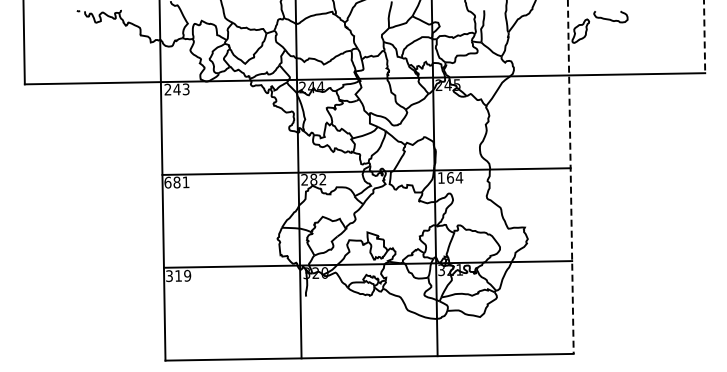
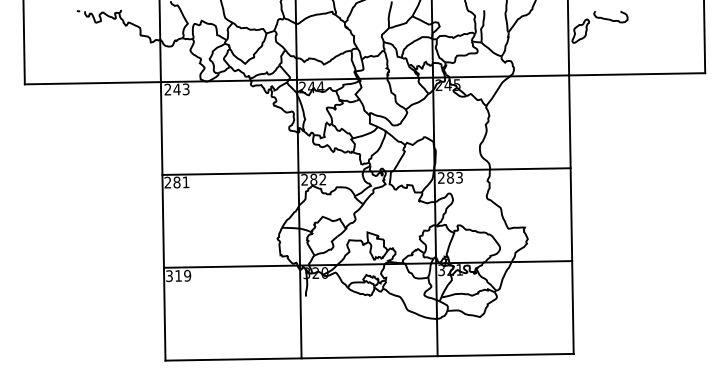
line at (704, 37): dashed -> solid
text at (450, 177): 164 -> 283
line at (570, 177): dashed -> solid
text at (167, 182): 681 -> 281
